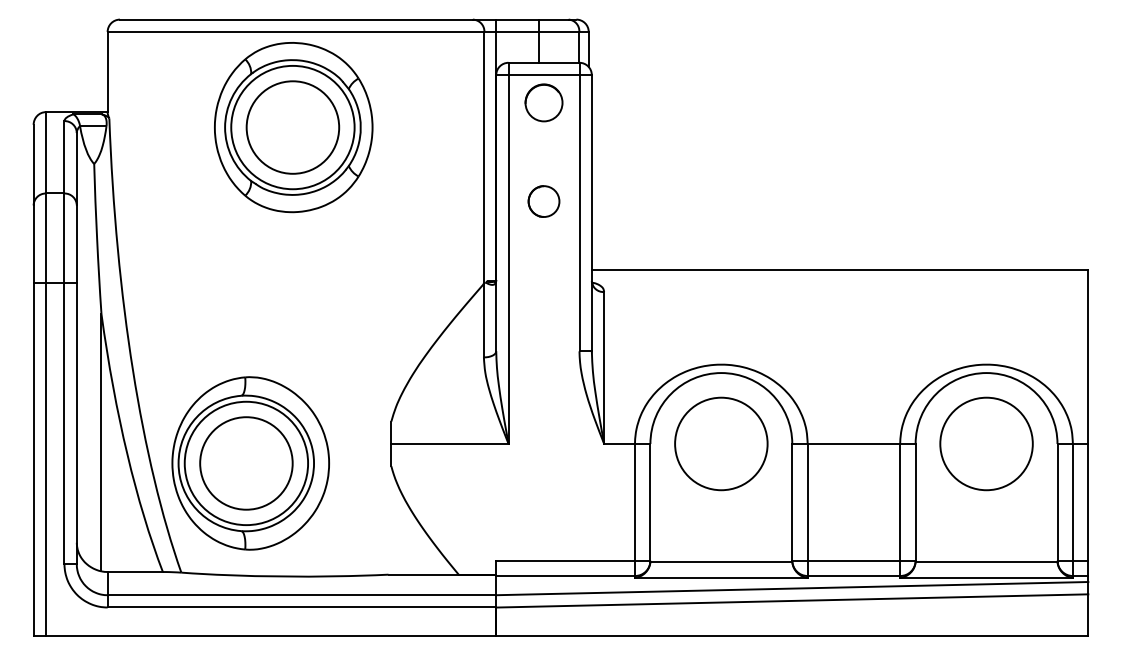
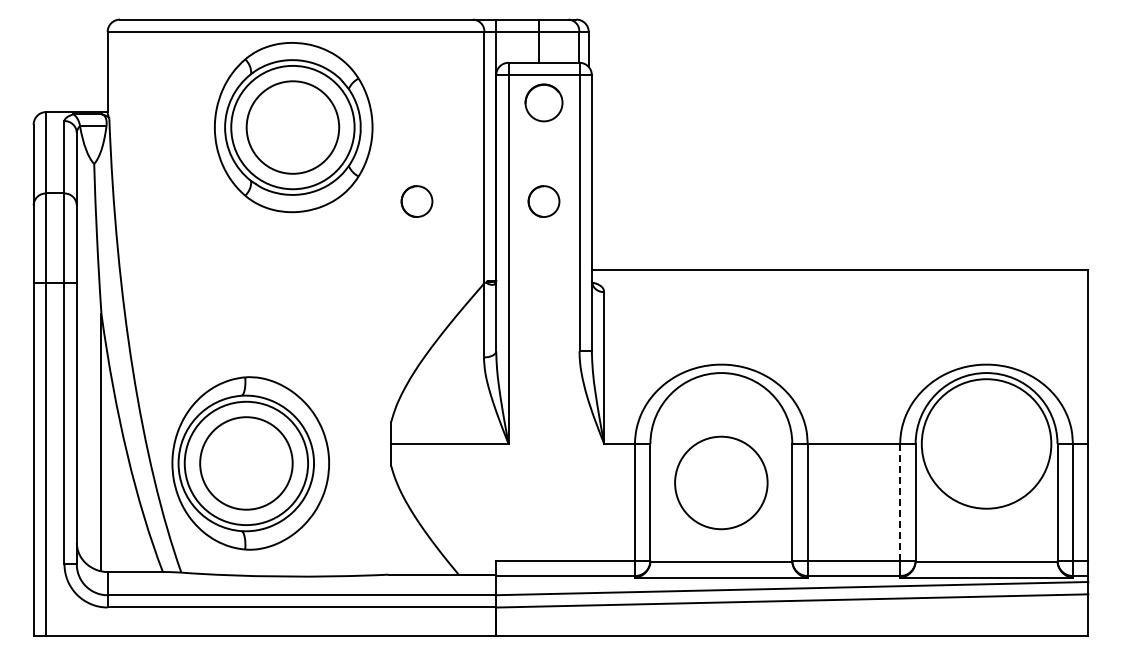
part at (416, 201): none -> present
circle at (721, 443) position: (721, 443) -> (721, 482)
circle at (986, 443) diameter: 93 px -> 130 px
line at (900, 501): solid -> dashed
